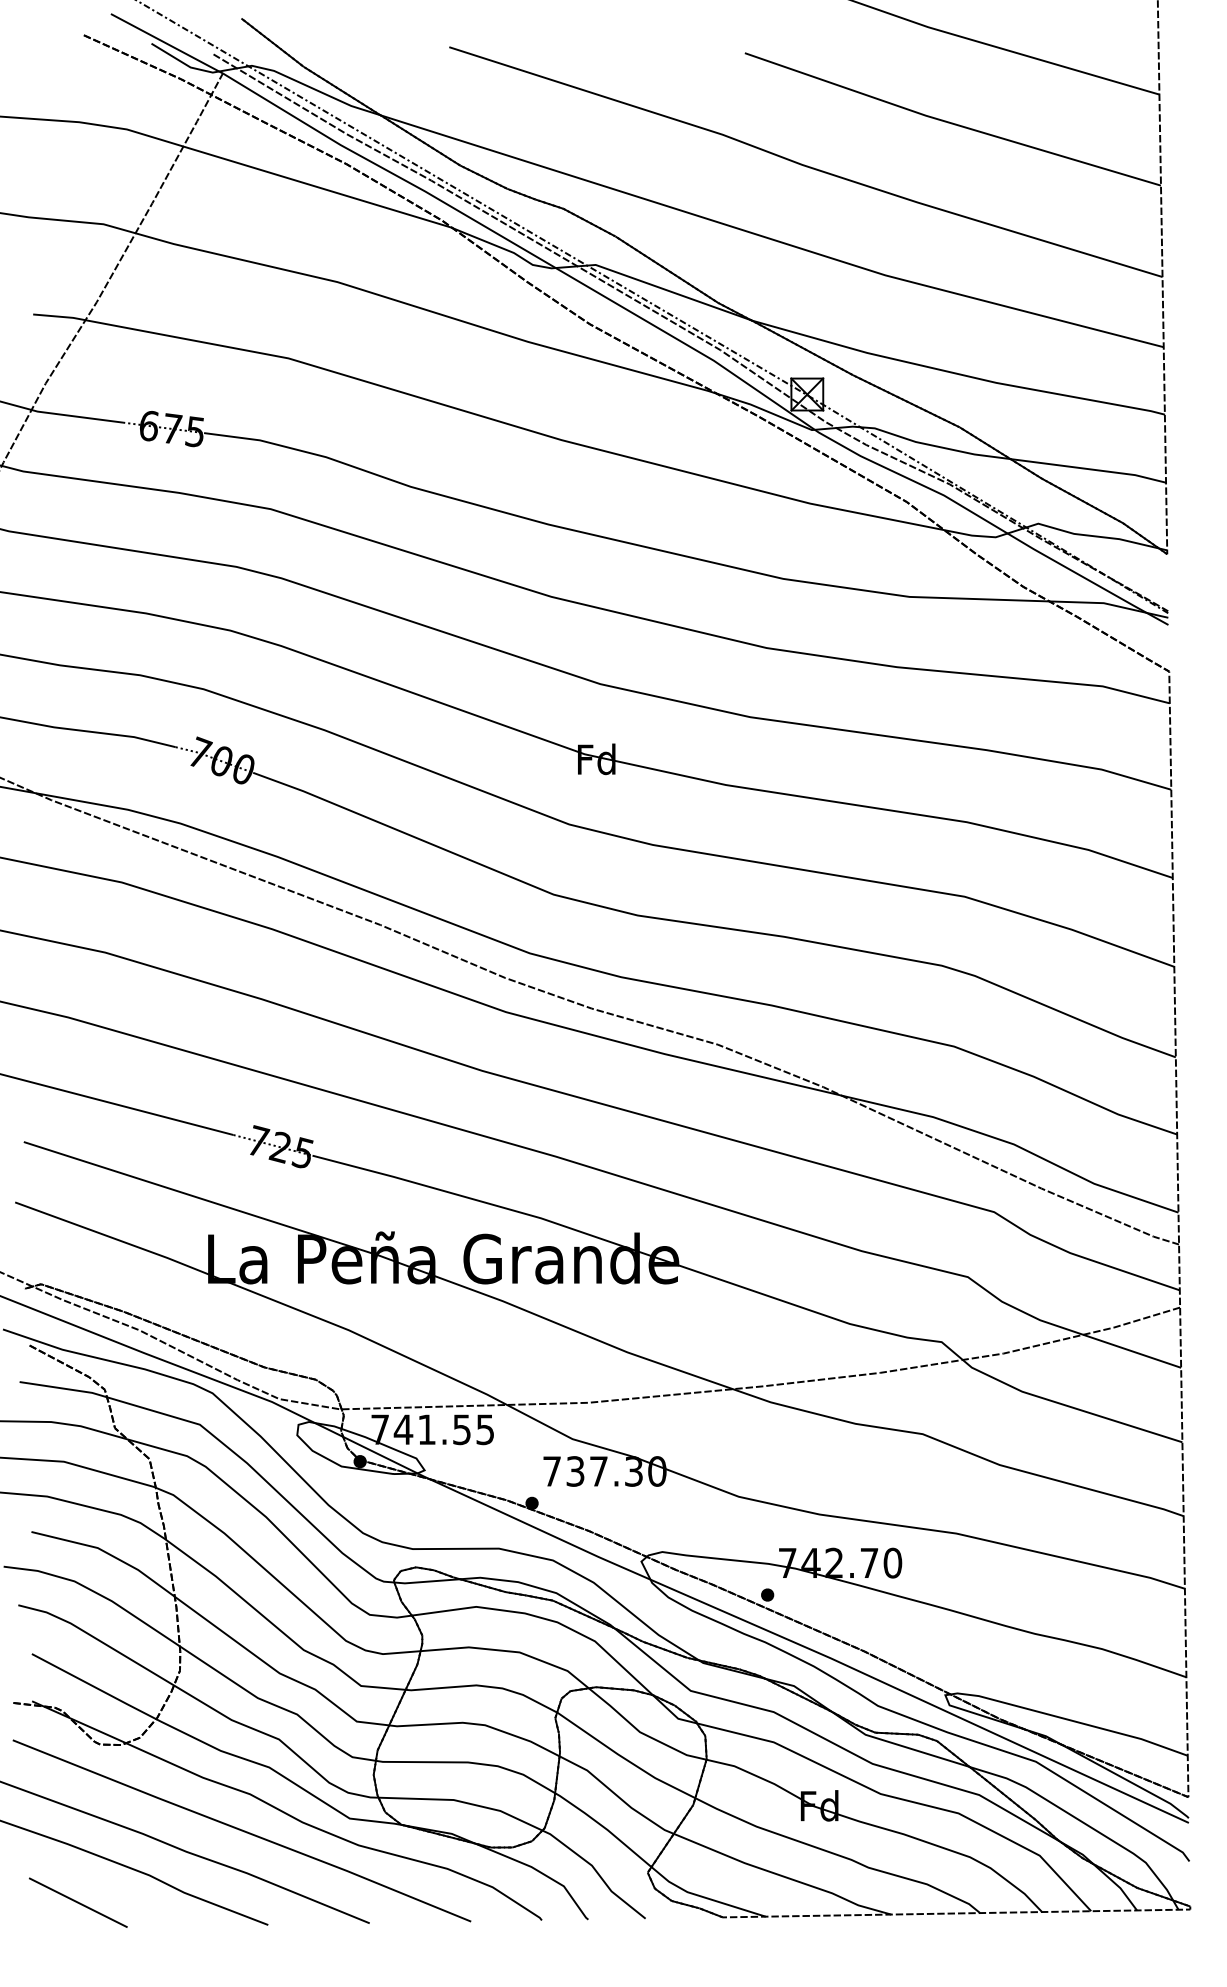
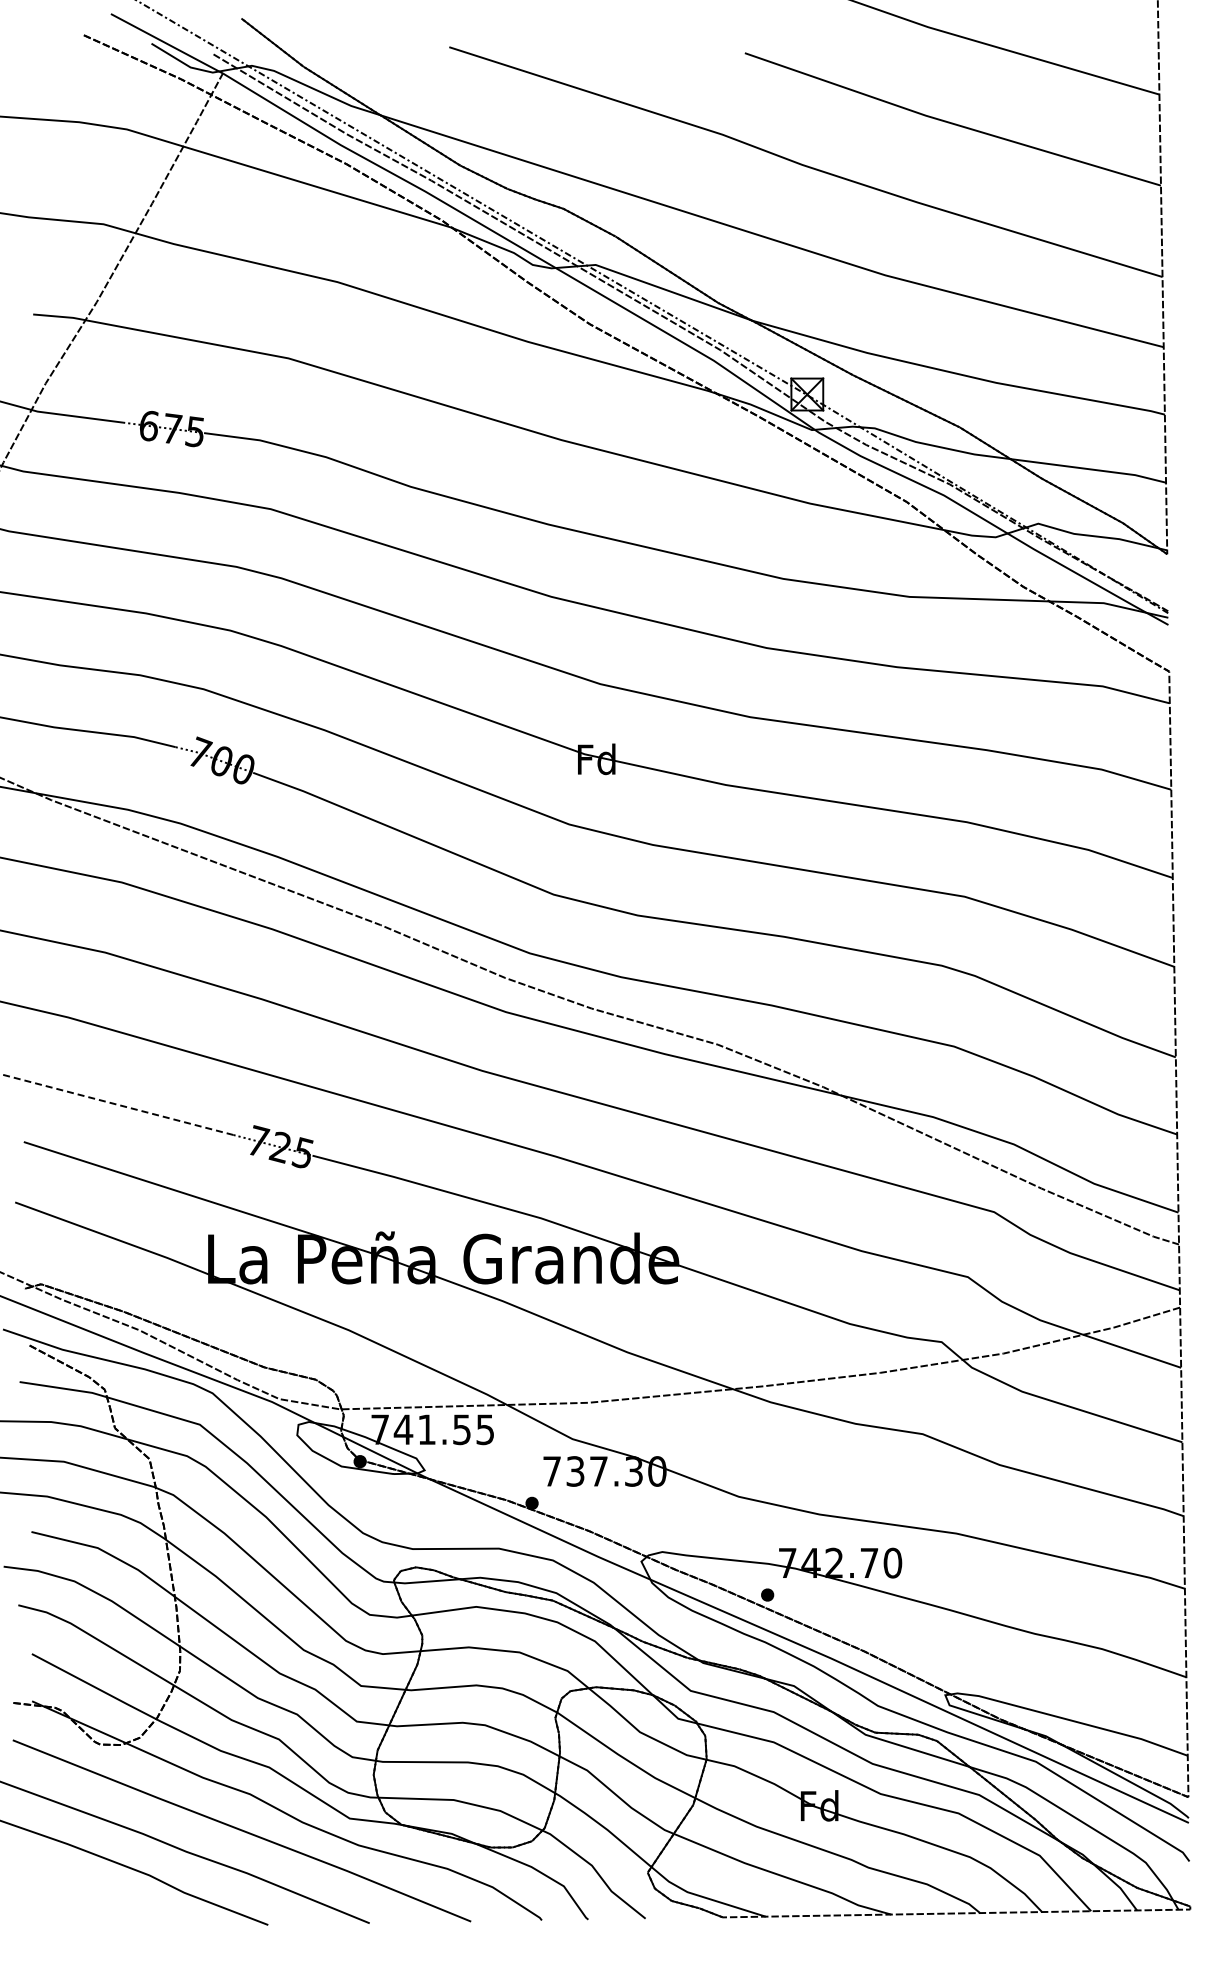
line at (116, 1104): solid -> dashed
line at (78, 1902): present -> none
